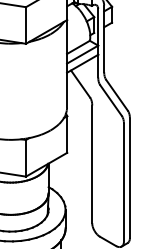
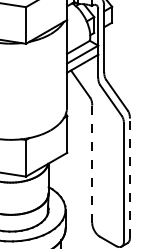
line at (92, 164): solid -> dashed
line at (129, 178): solid -> dashed
